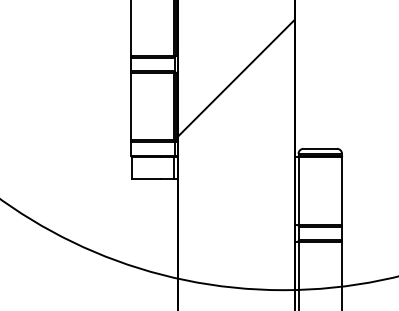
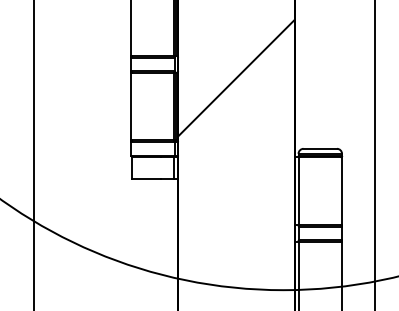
line at (34, 154): none -> present
line at (375, 154): none -> present
